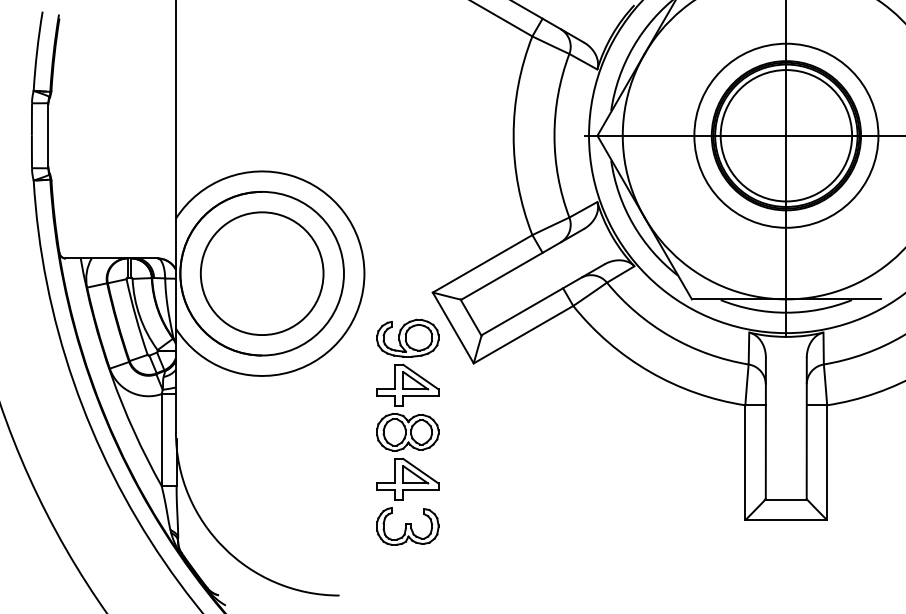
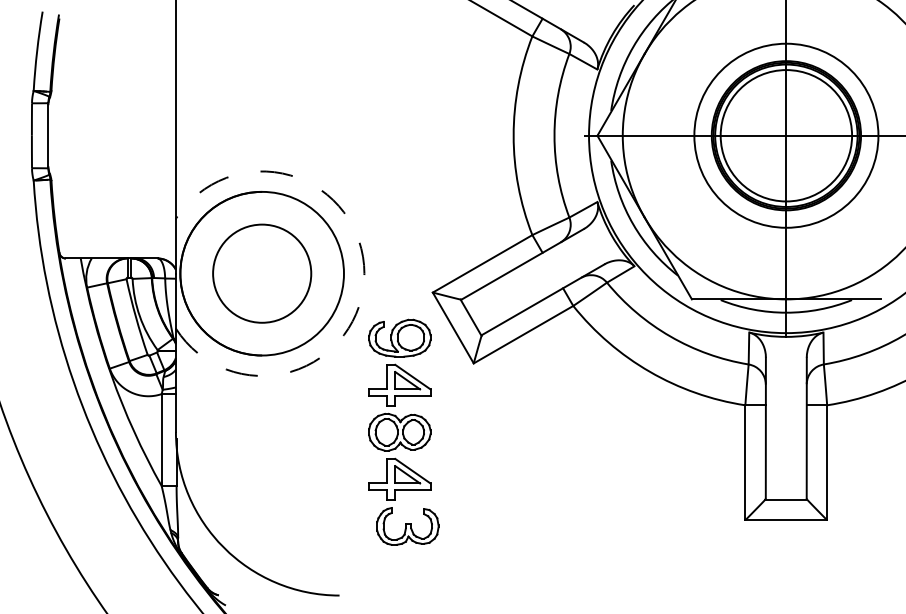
circle at (261, 273) diameter: 123 px -> 98 px
arc at (364, 273): solid -> dashed
part at (407, 409) position: (407, 409) -> (399, 409)
